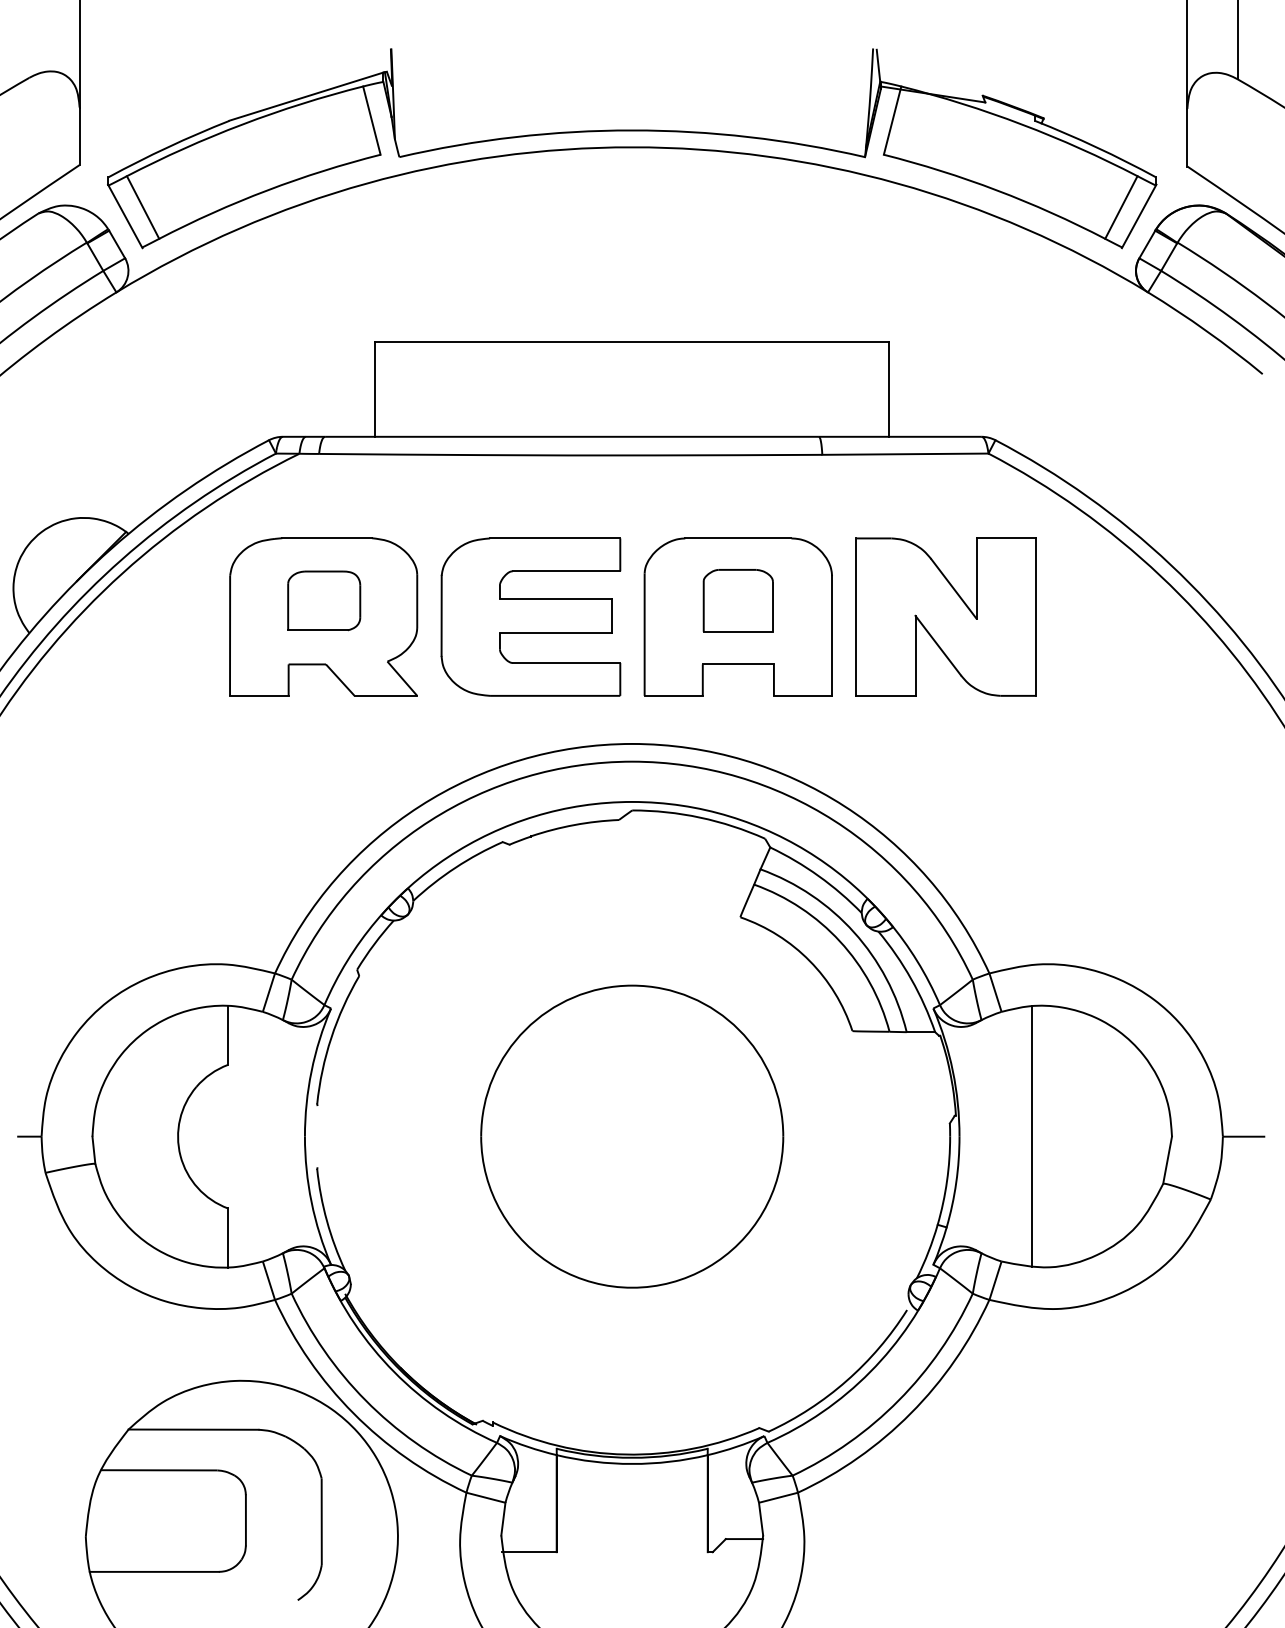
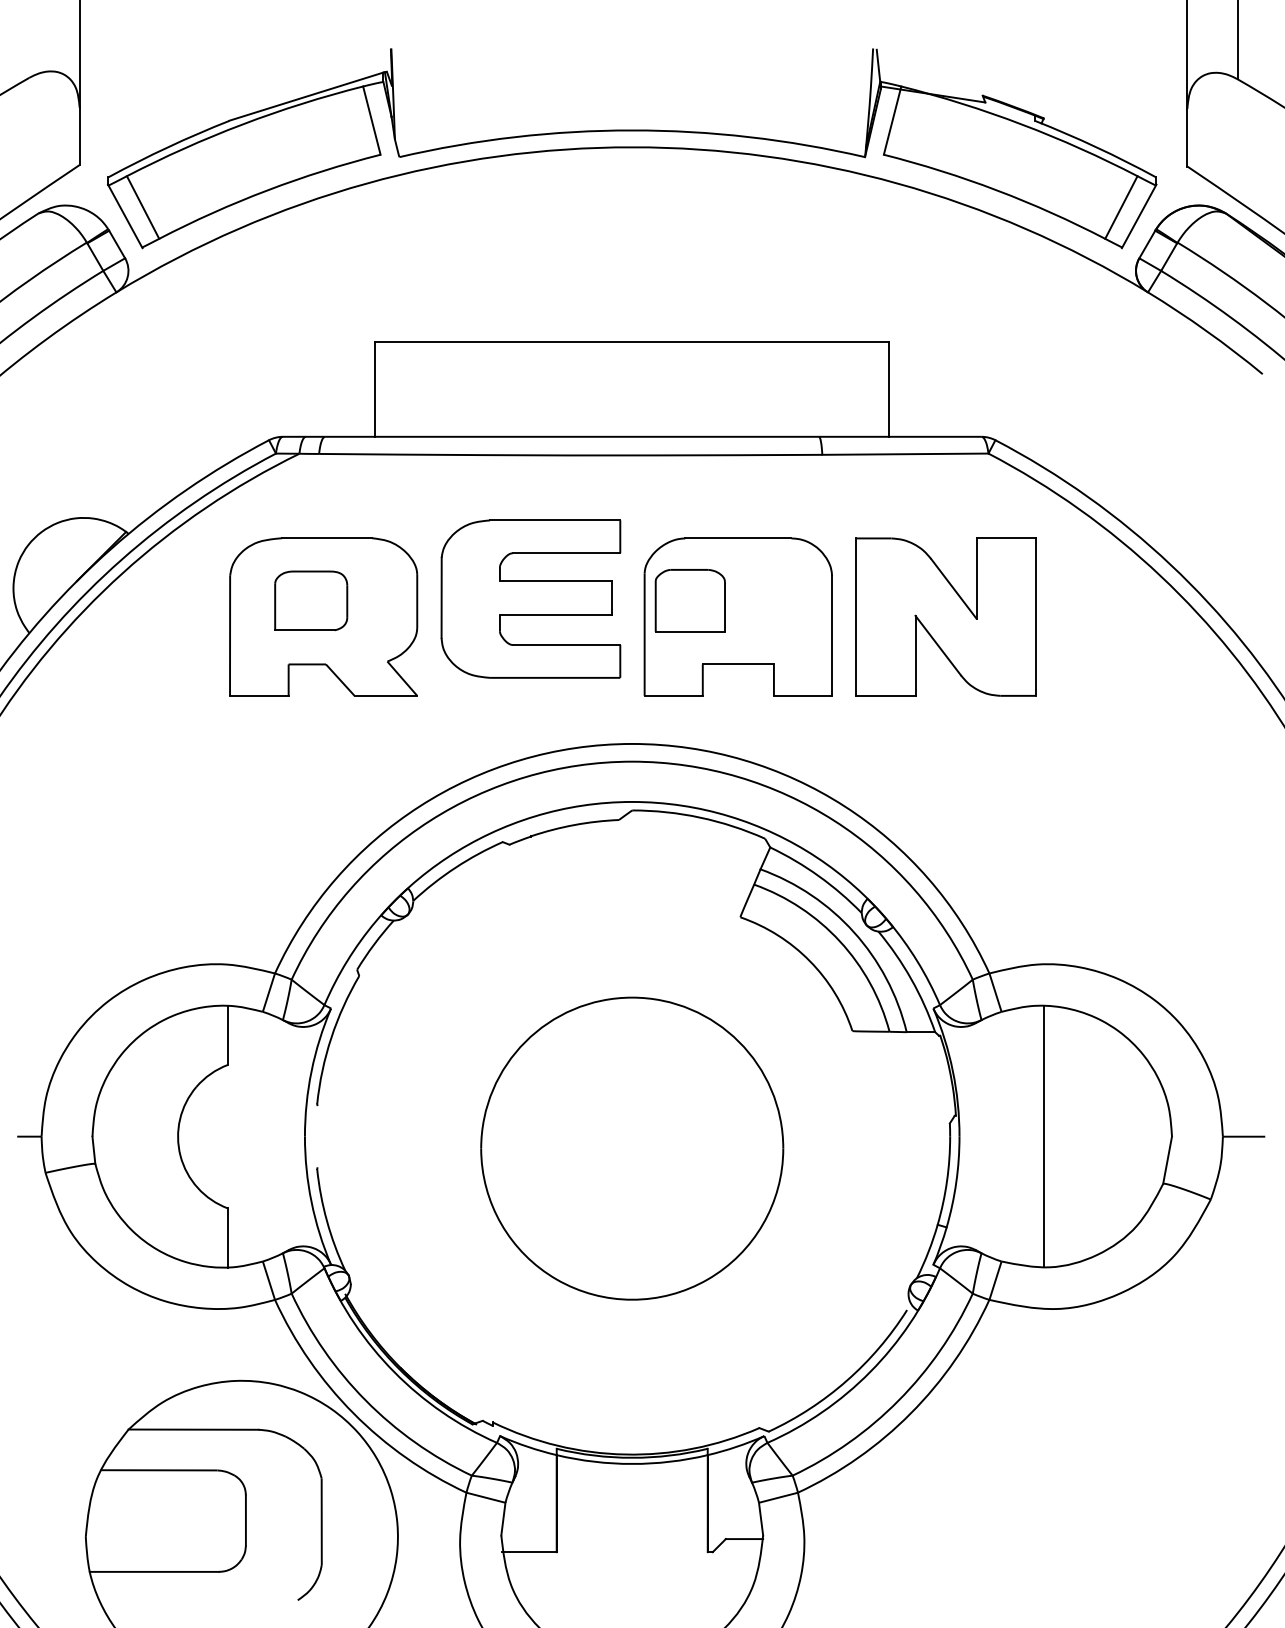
part at (324, 600) position: (324, 600) -> (311, 600)
part at (737, 600) position: (737, 600) -> (689, 600)
part at (530, 616) position: (530, 616) -> (530, 598)
part at (632, 1136) position: (632, 1136) -> (632, 1148)
line at (1031, 1136) position: (1031, 1136) -> (1043, 1136)
